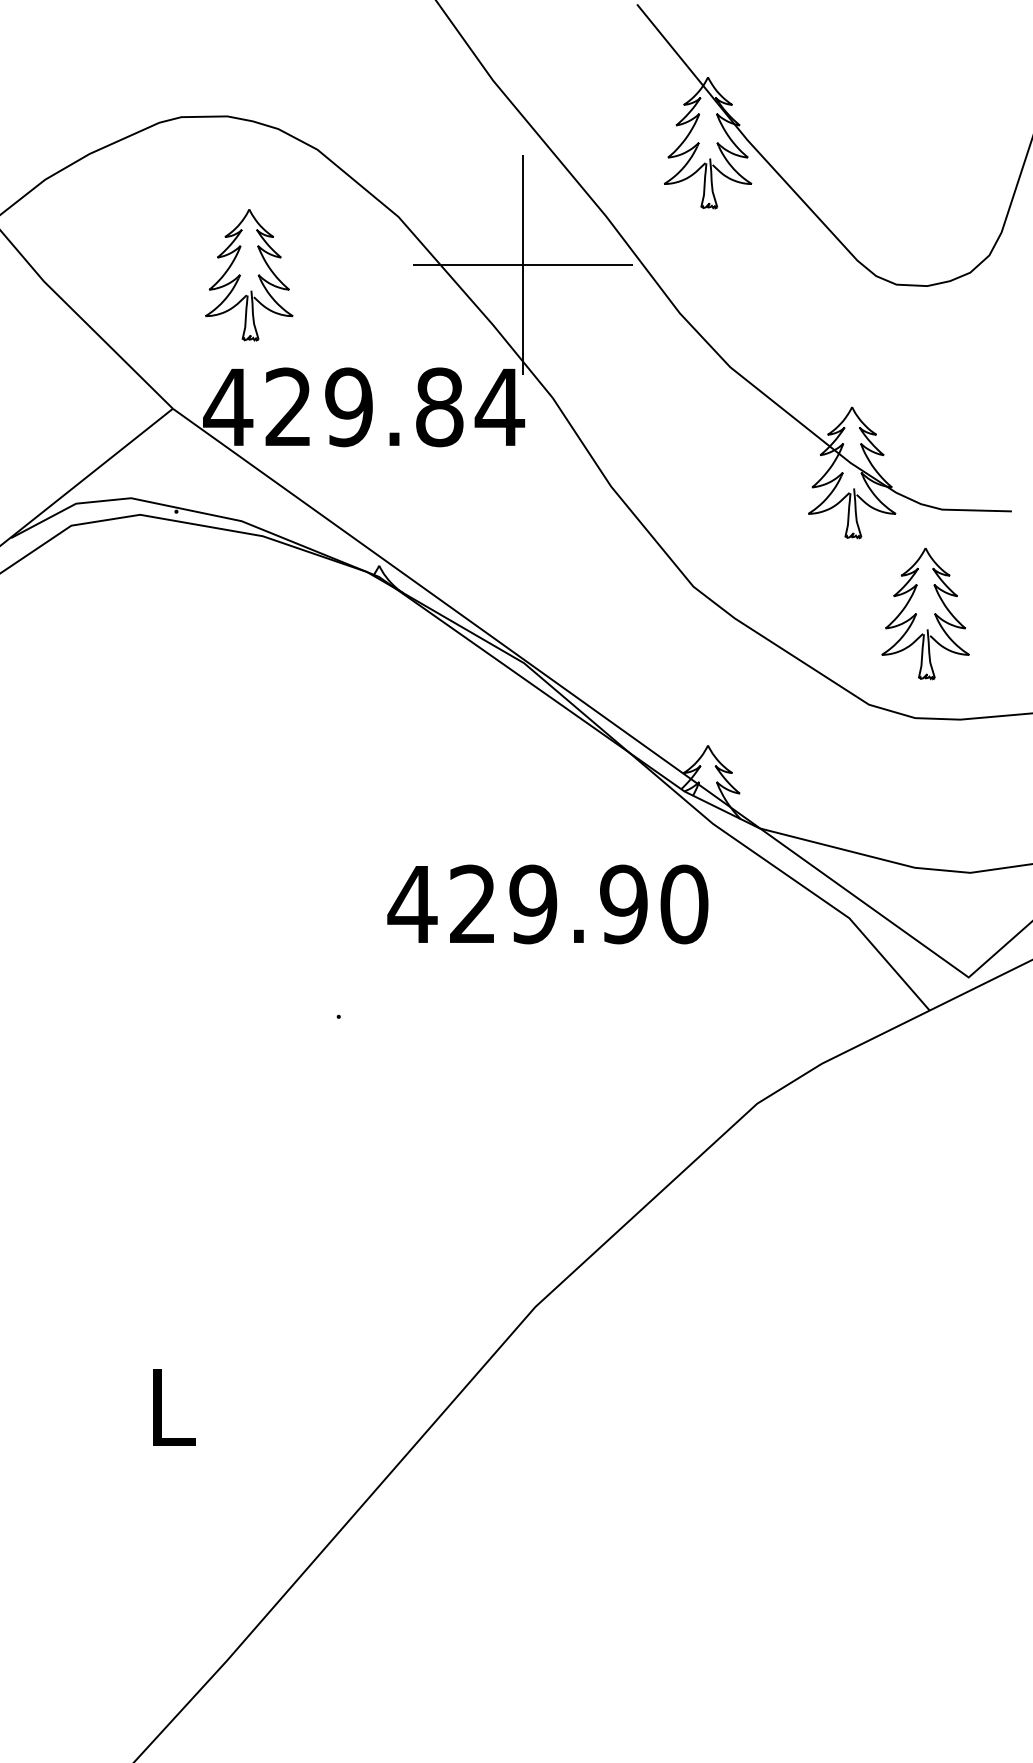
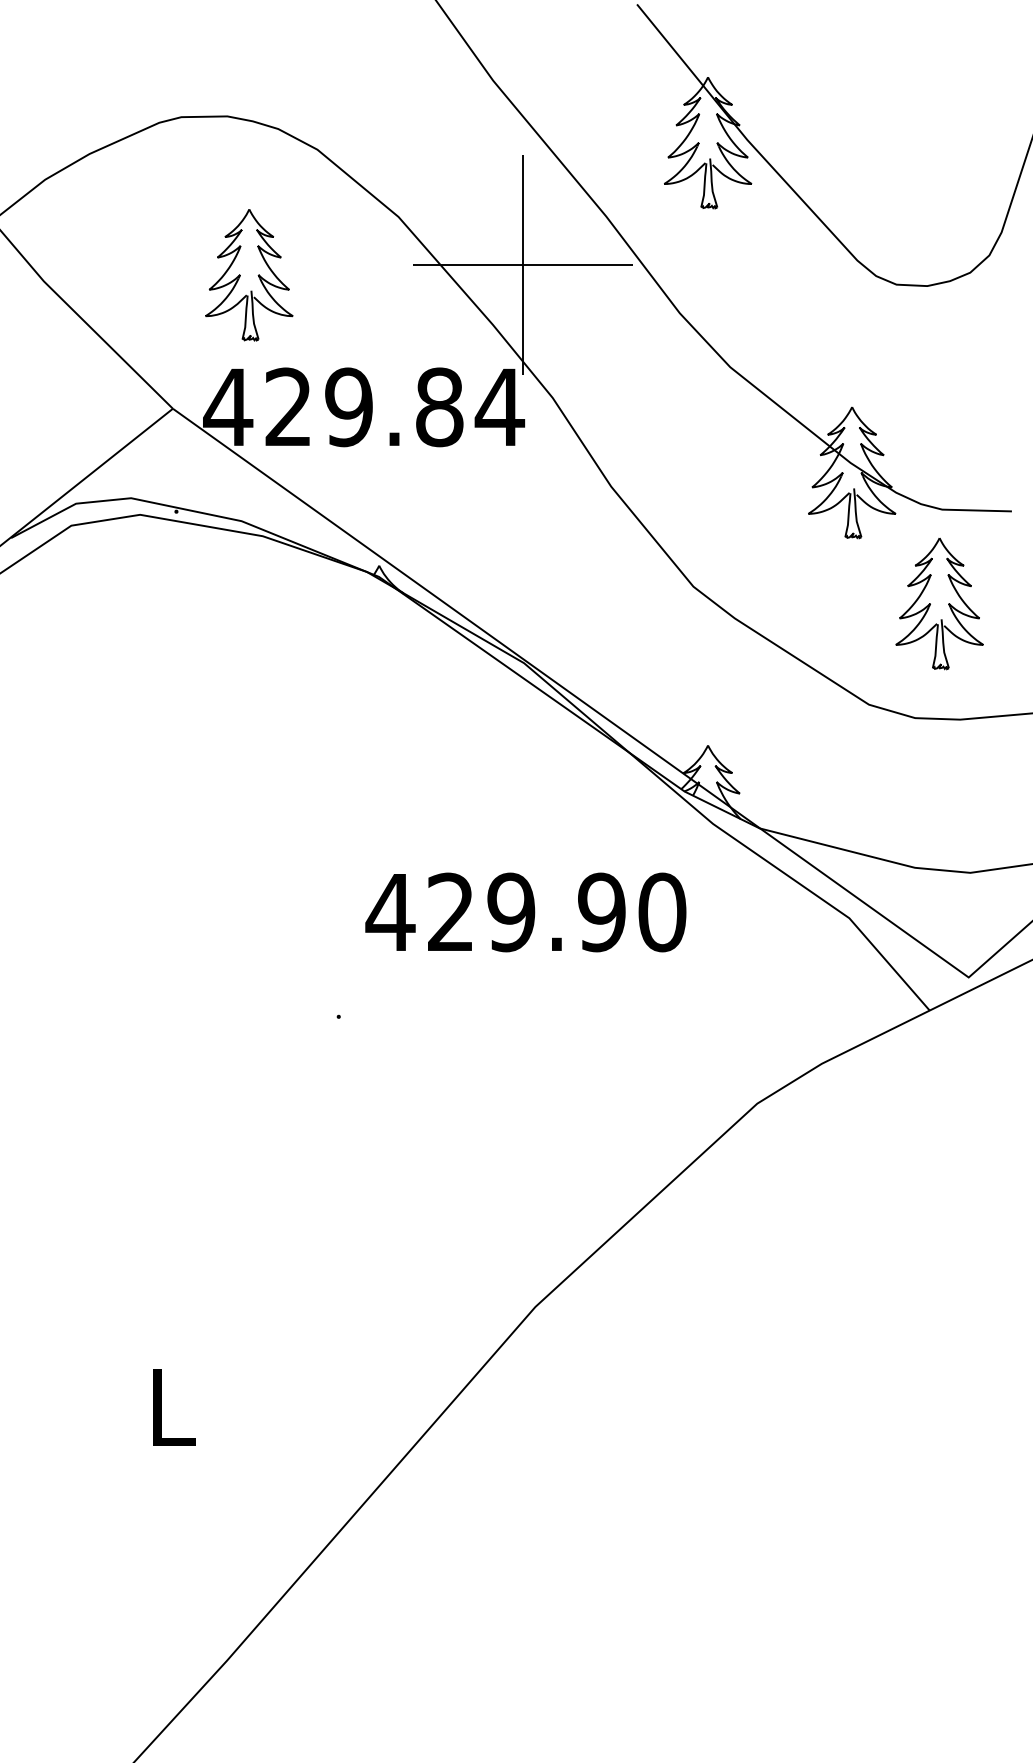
part at (925, 613) position: (925, 613) -> (939, 603)
text at (547, 904) position: (547, 904) -> (525, 912)
